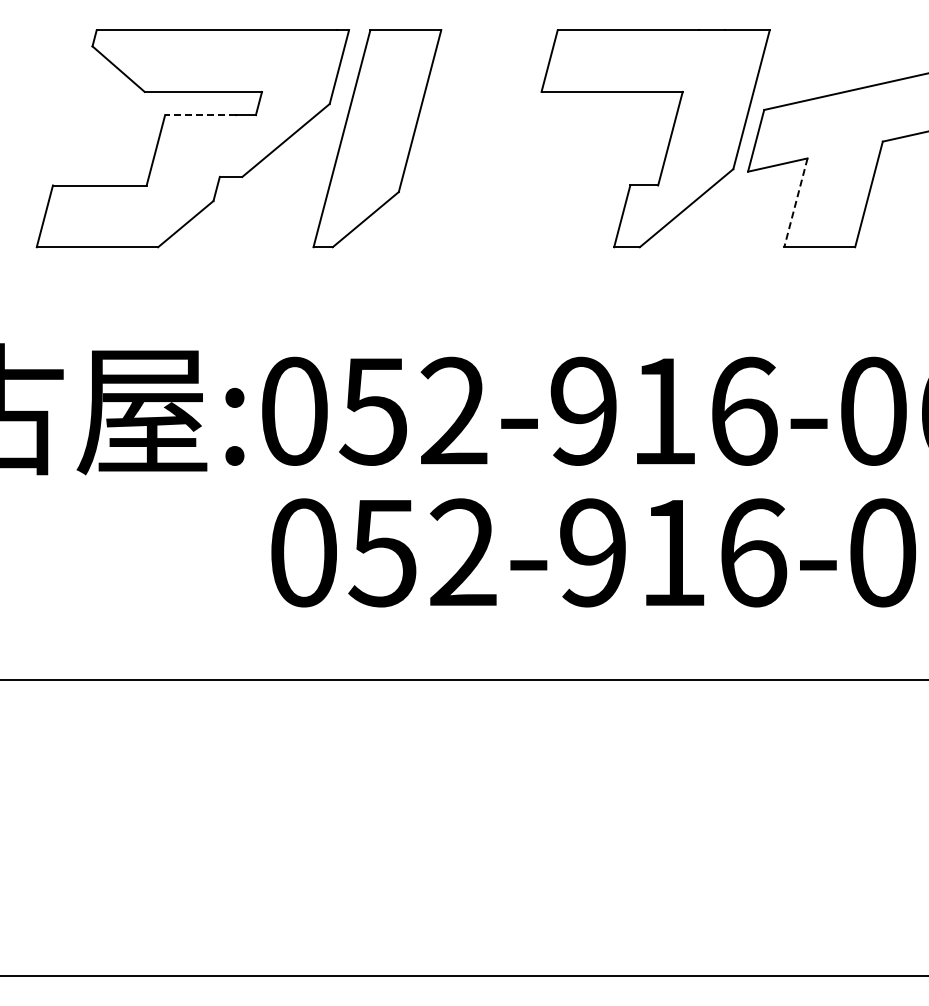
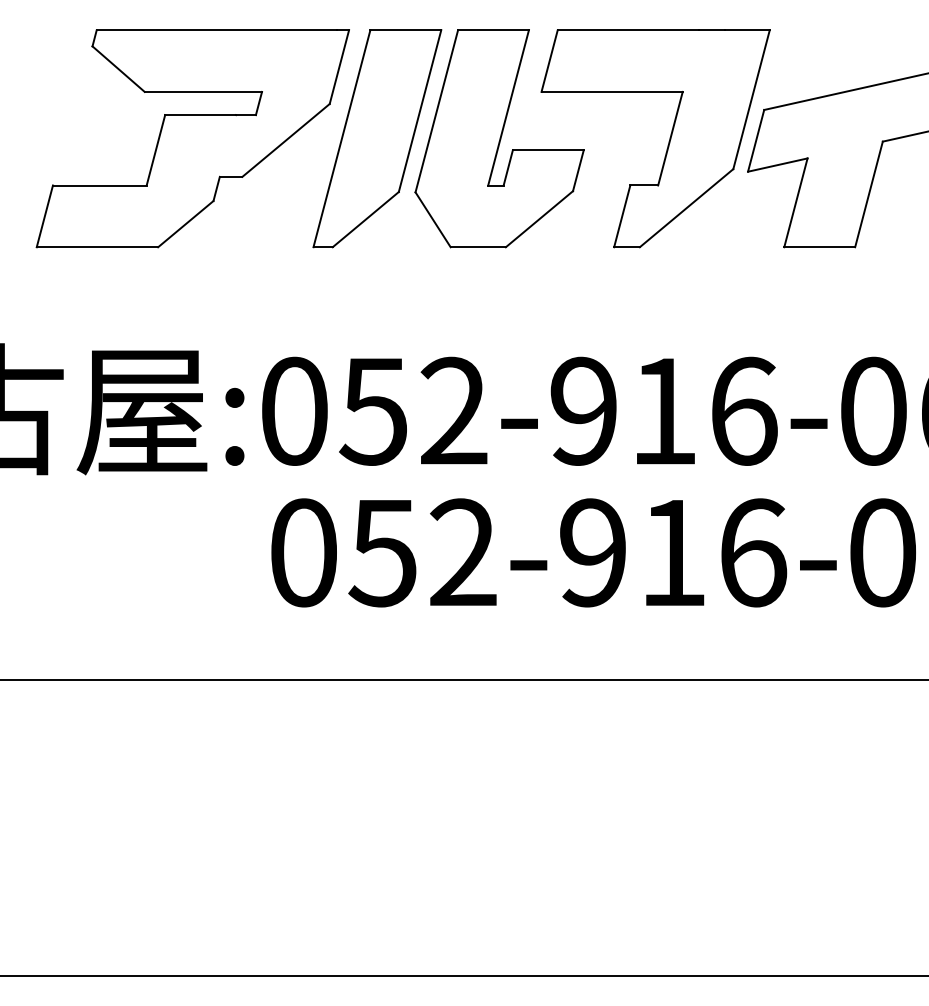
line at (200, 115): dashed -> solid
part at (499, 138): none -> present
line at (795, 202): dashed -> solid
